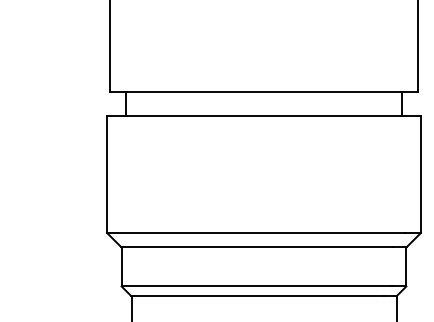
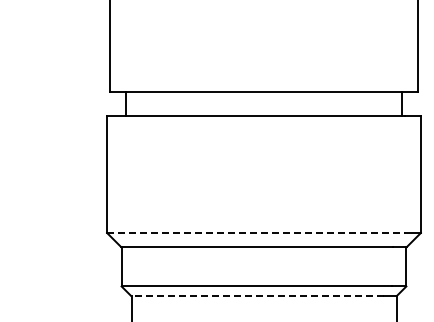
line at (256, 233): solid -> dashed
line at (256, 295): solid -> dashed
